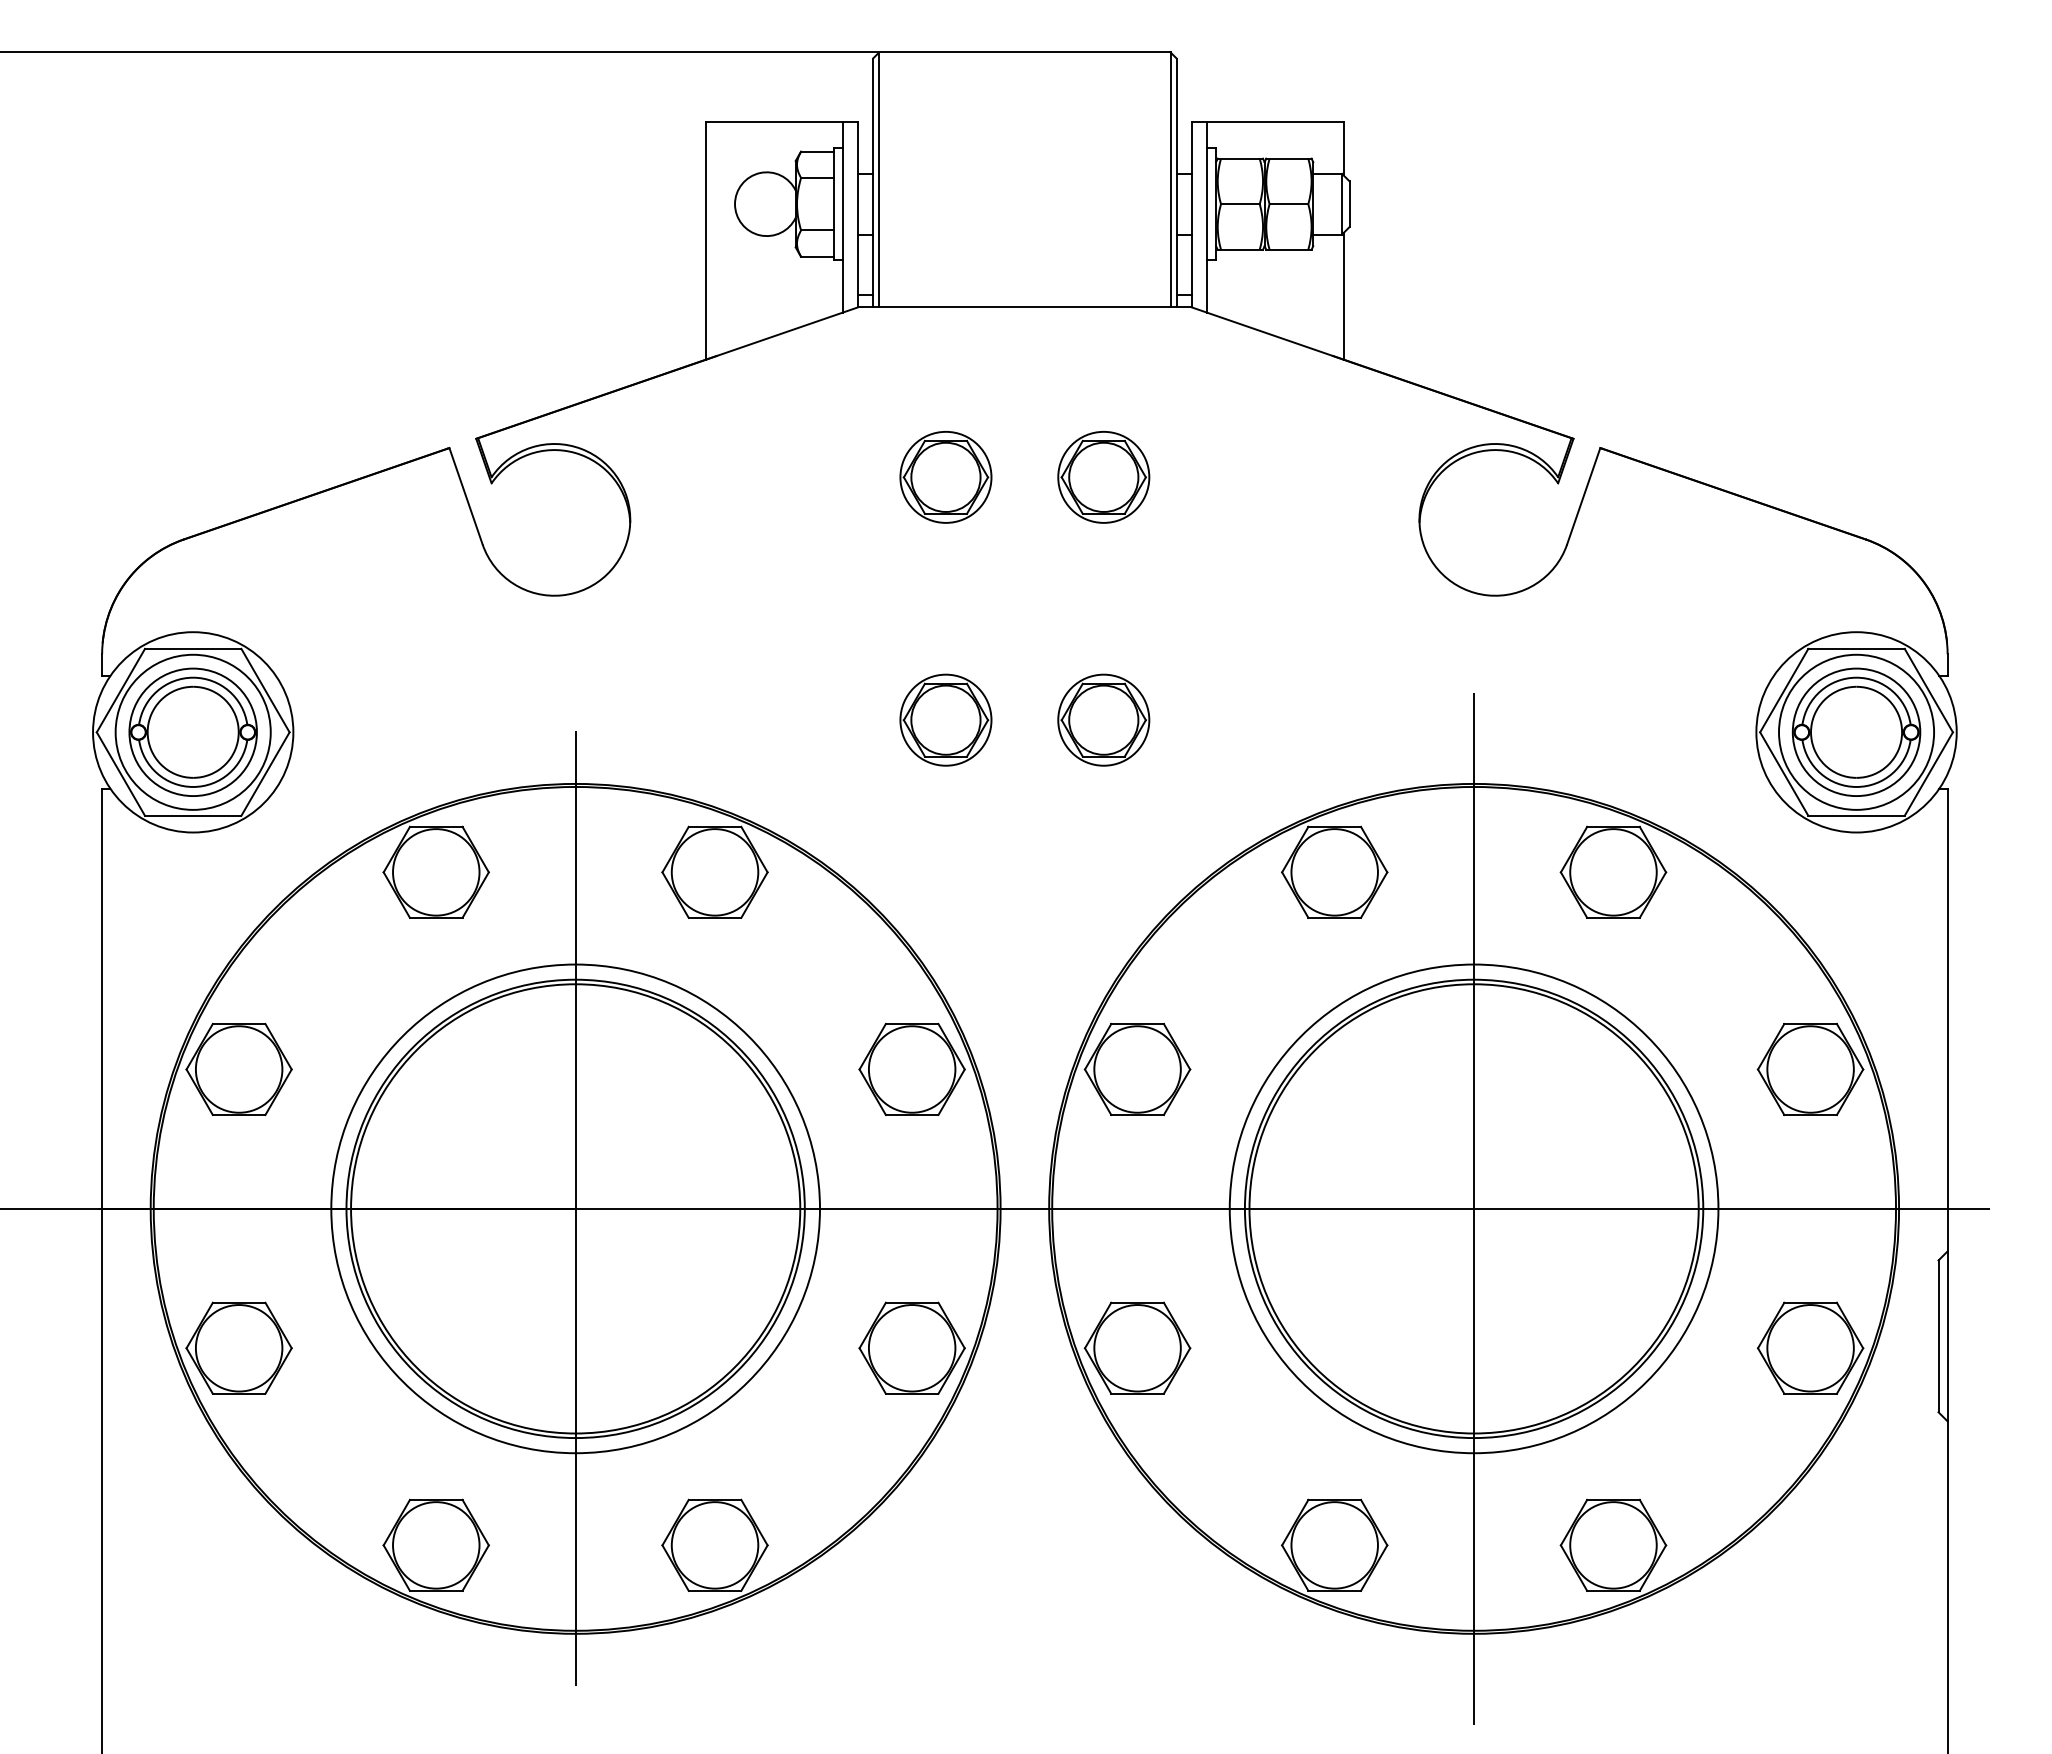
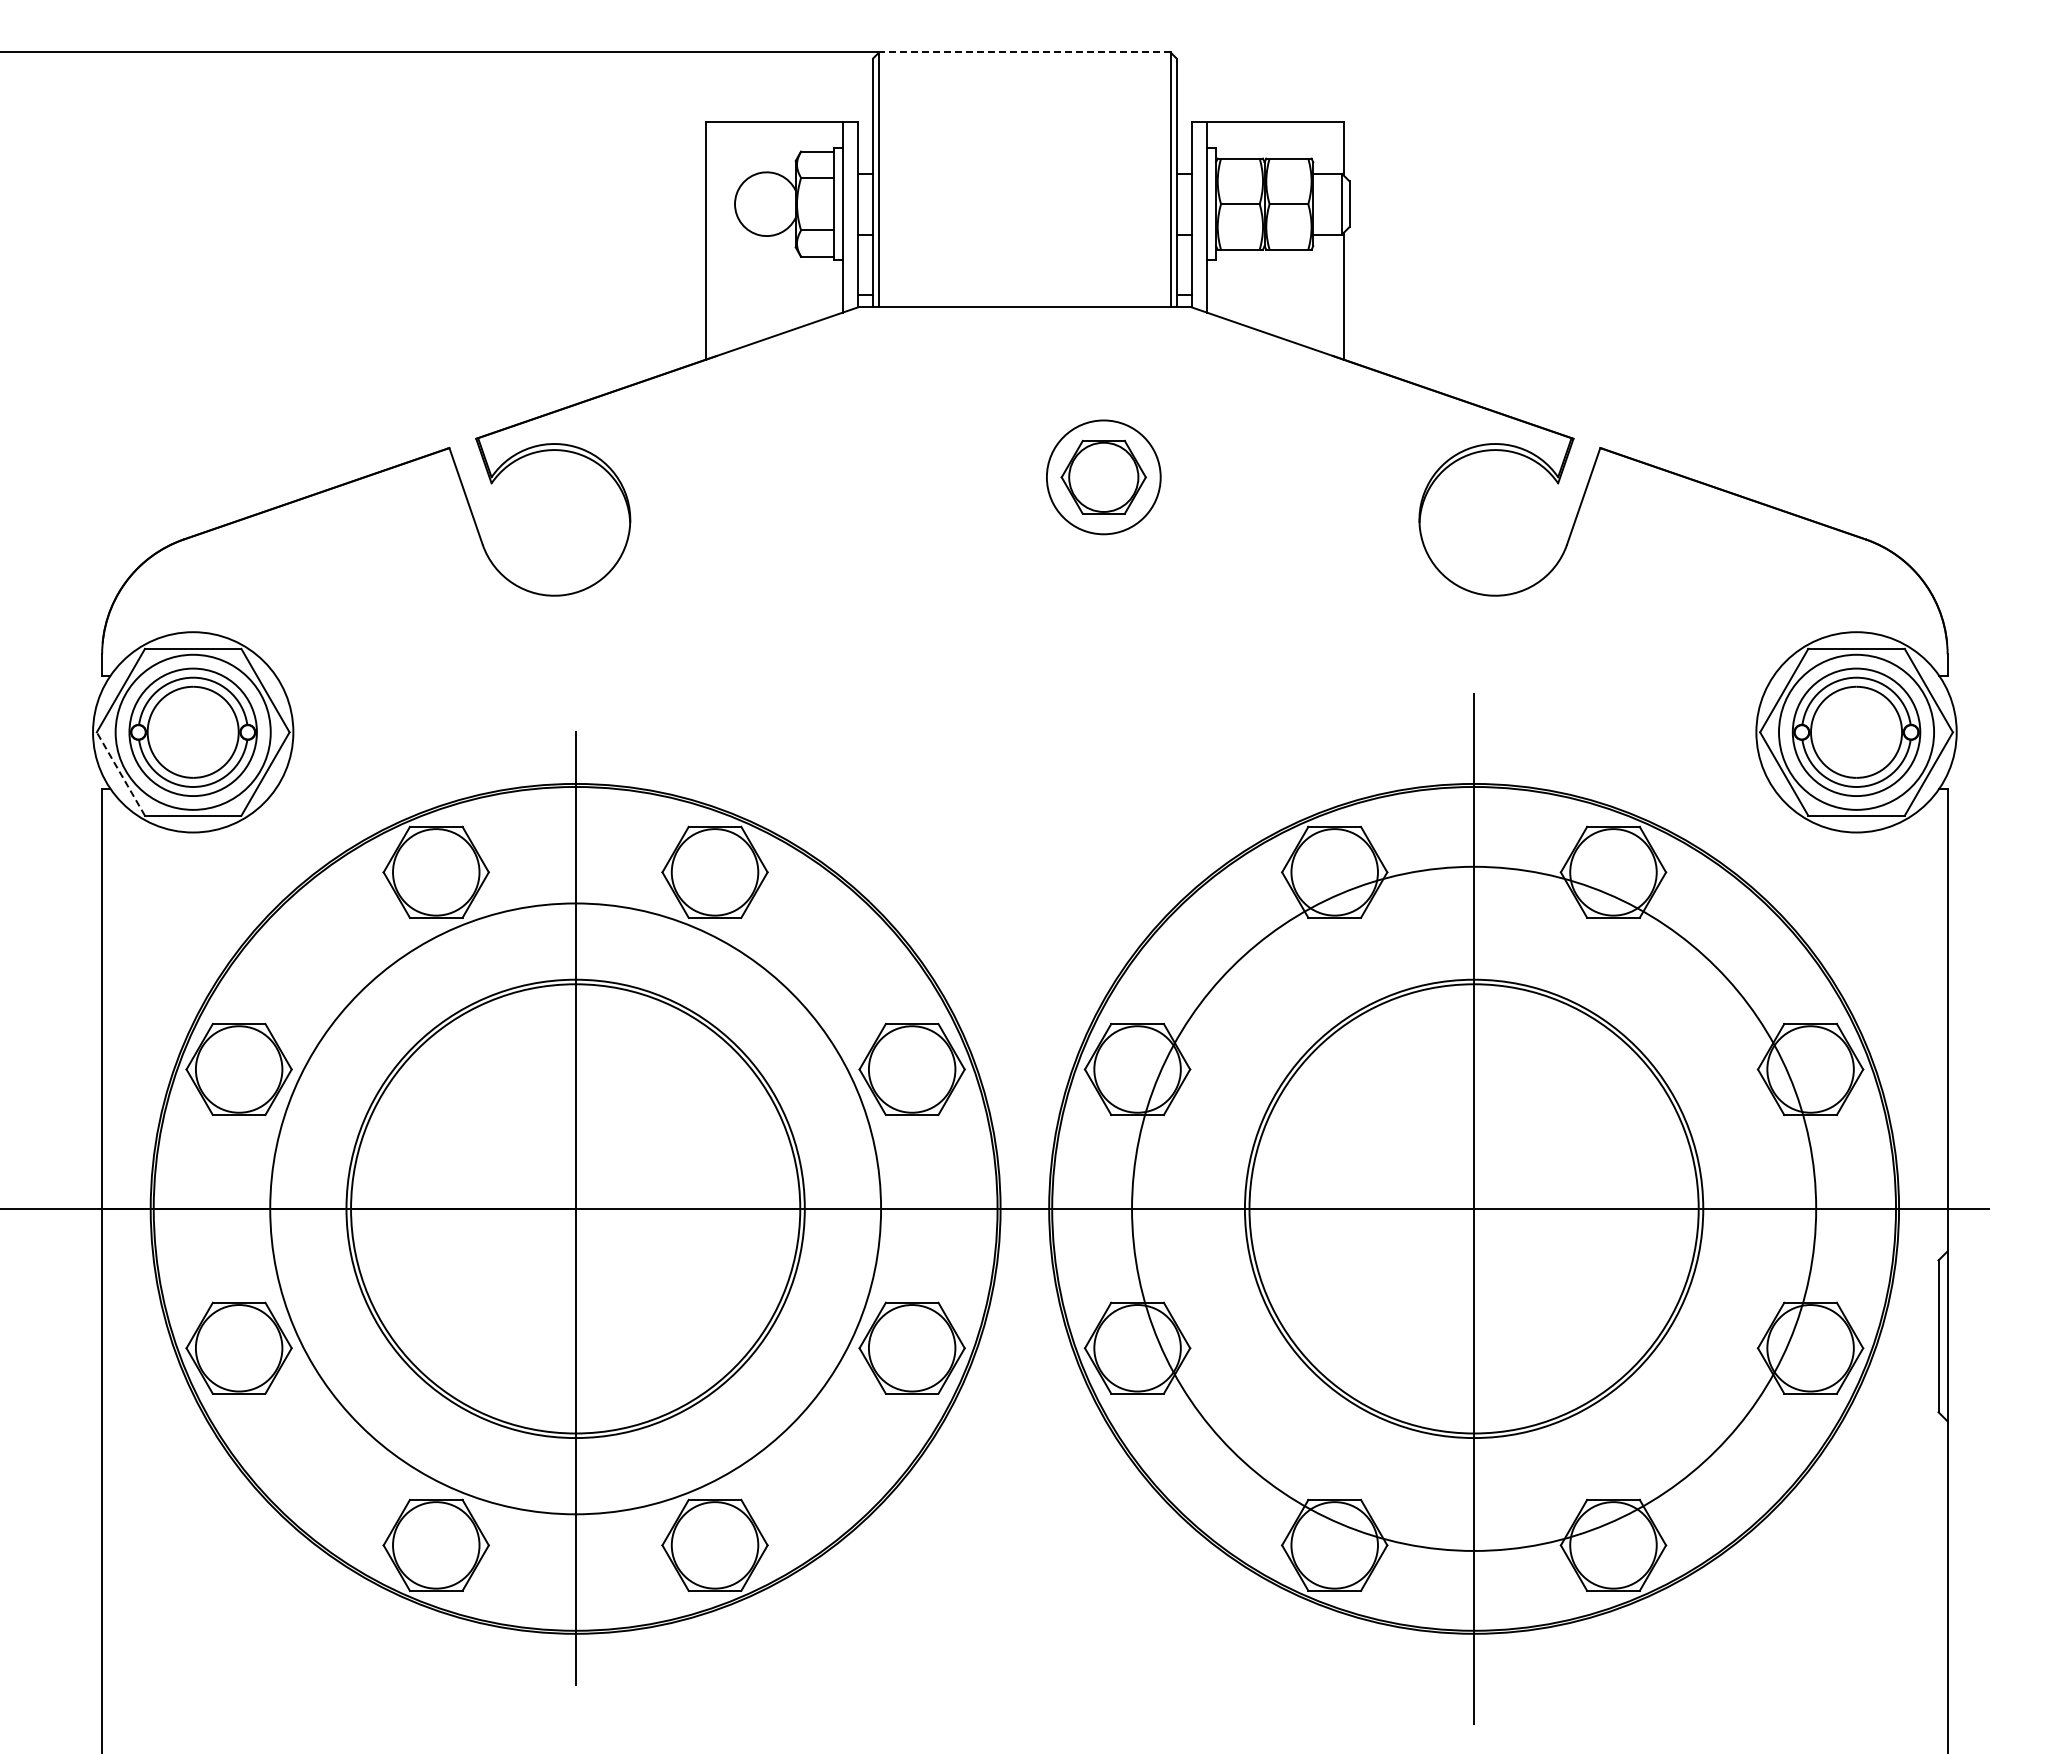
line at (1024, 52): solid -> dashed
circle at (1103, 476) diameter: 91 px -> 114 px
part at (945, 477): present -> none
part at (945, 719): present -> none
part at (1103, 719): present -> none
line at (120, 773): solid -> dashed
circle at (575, 1208) diameter: 489 px -> 611 px
circle at (1473, 1208) diameter: 489 px -> 684 px
